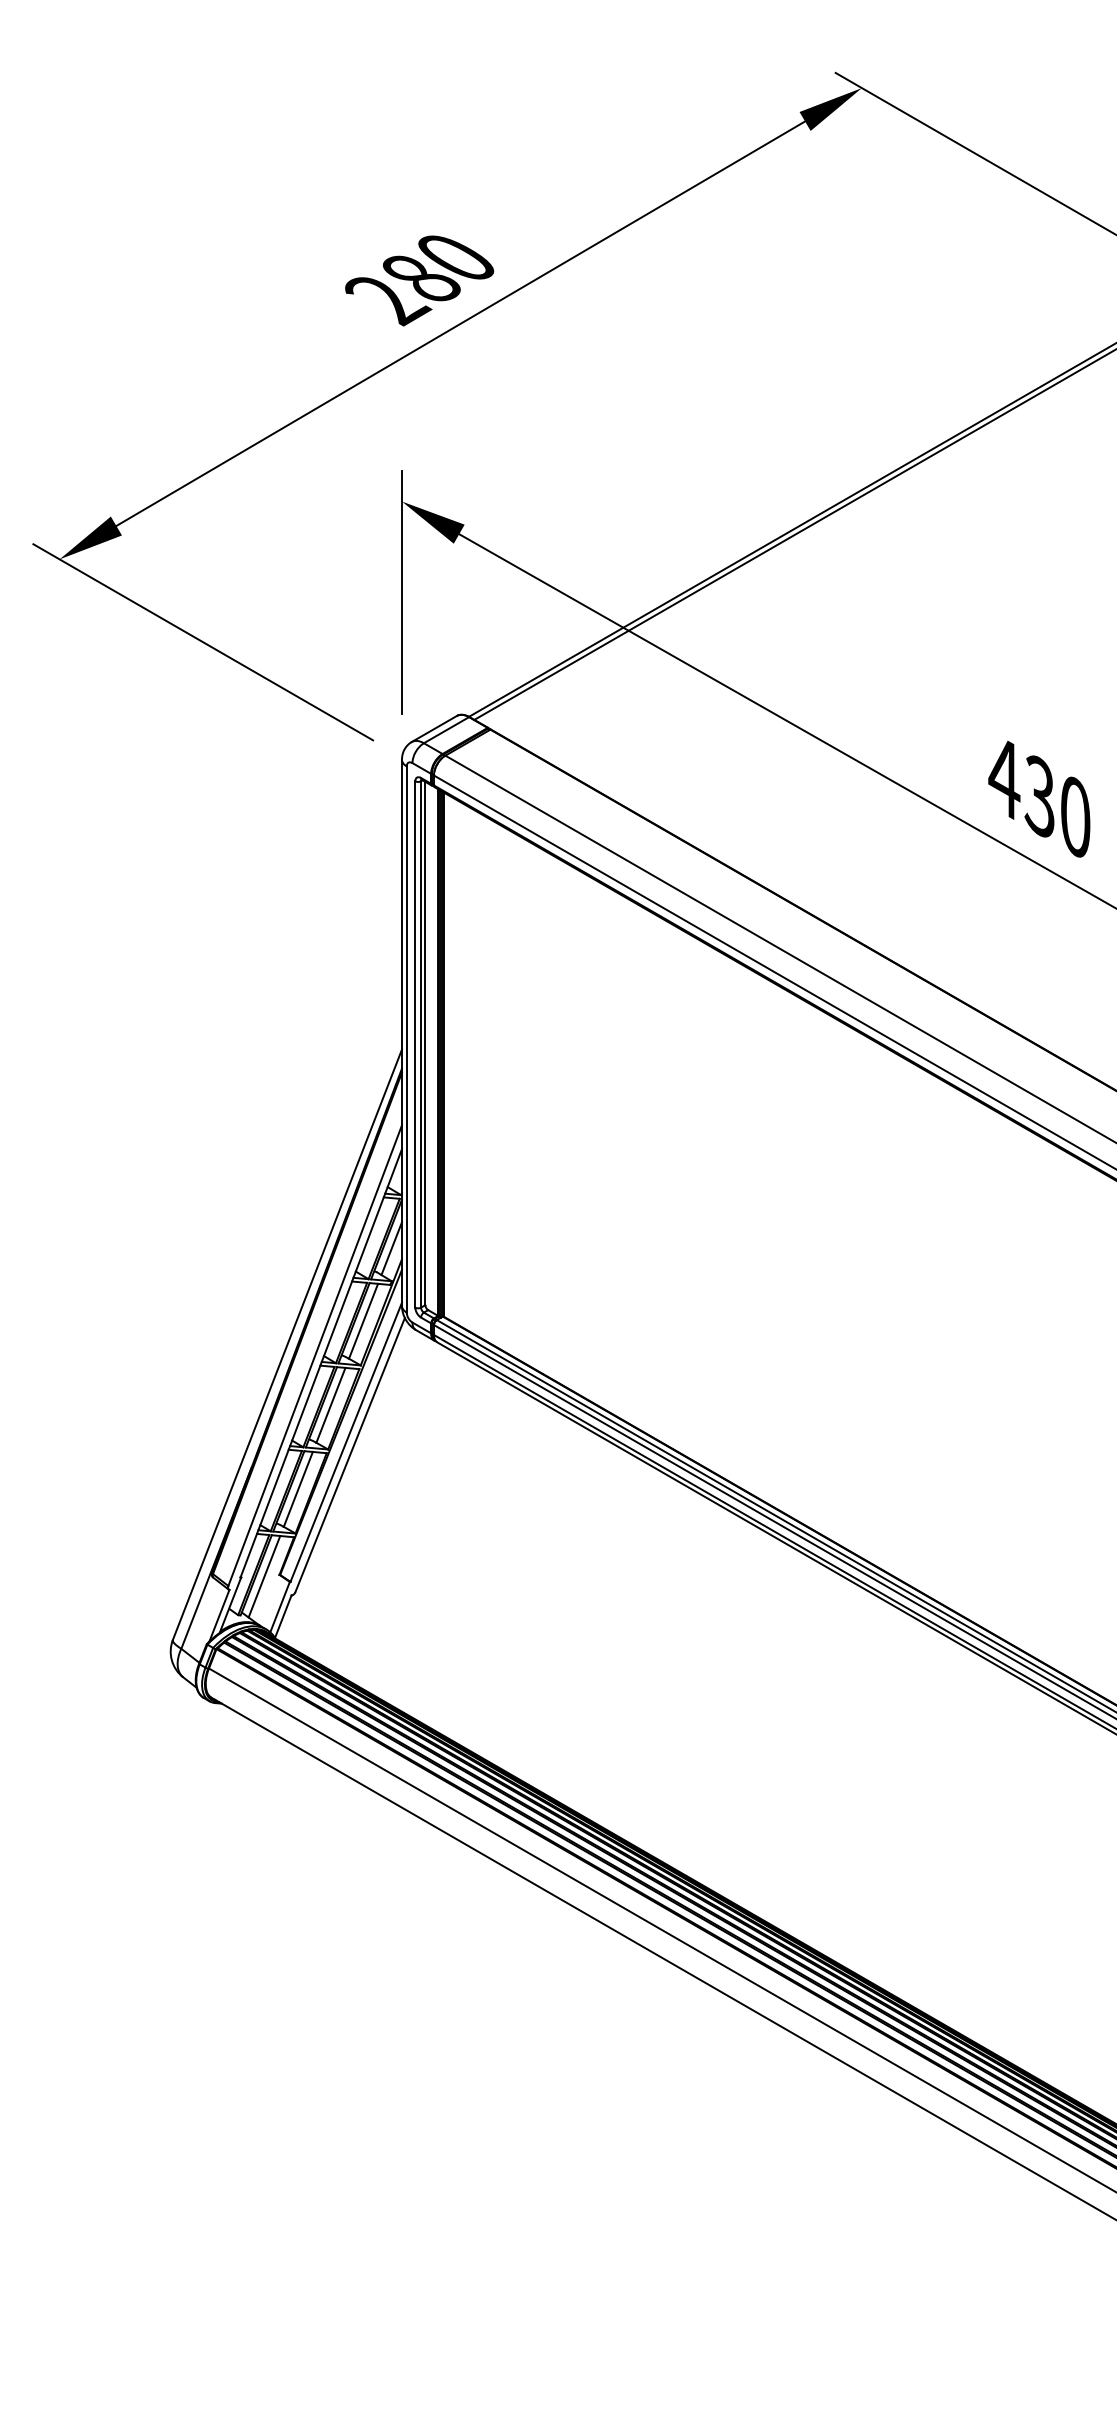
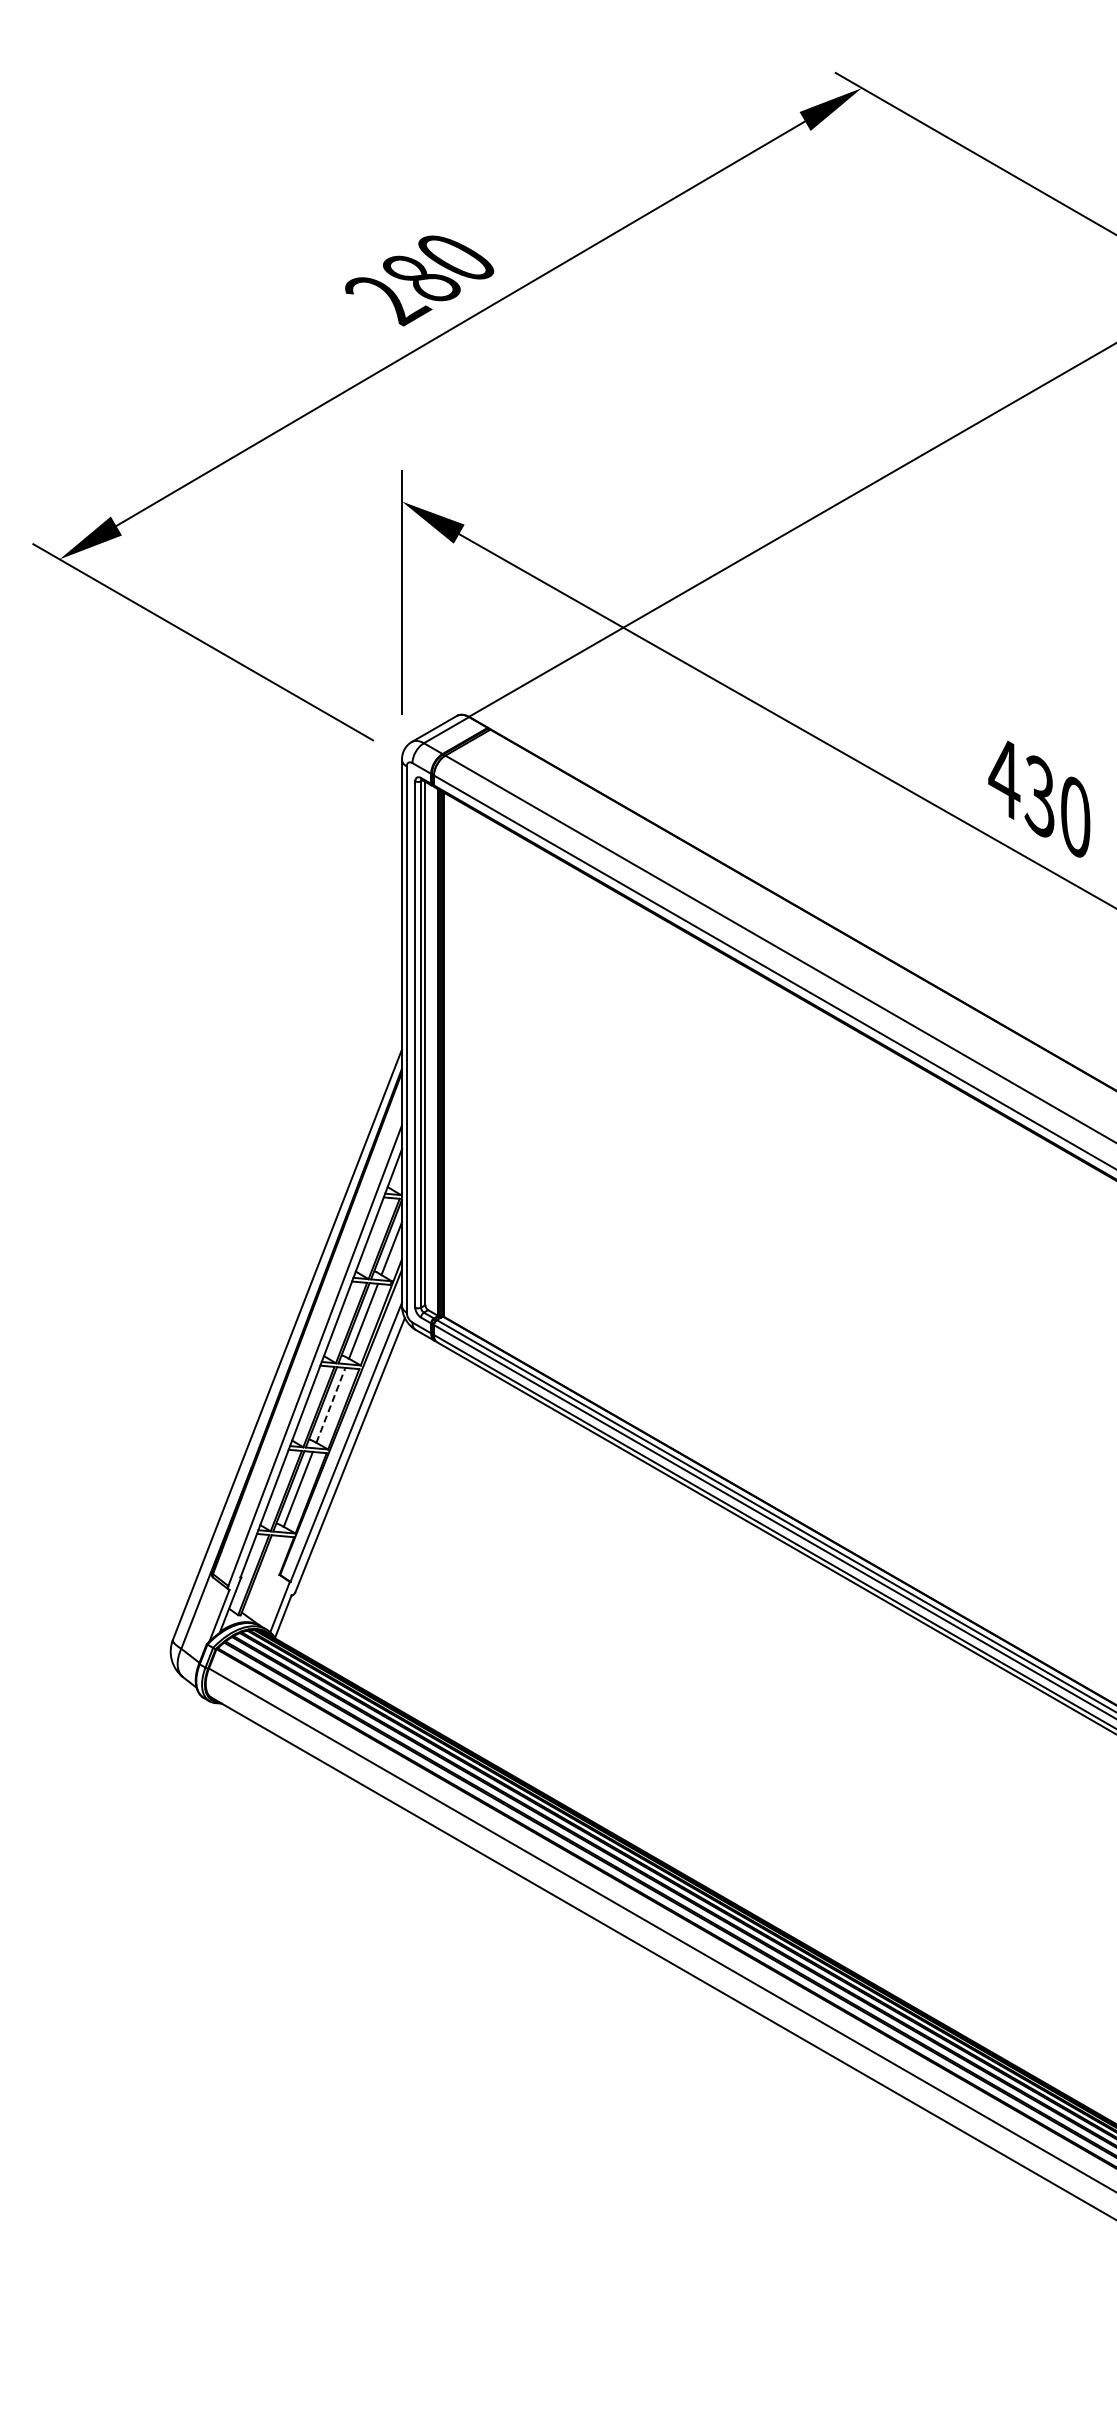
line at (793, 535): present -> none
line at (331, 1404): solid -> dashed
line at (264, 1576): present -> none
